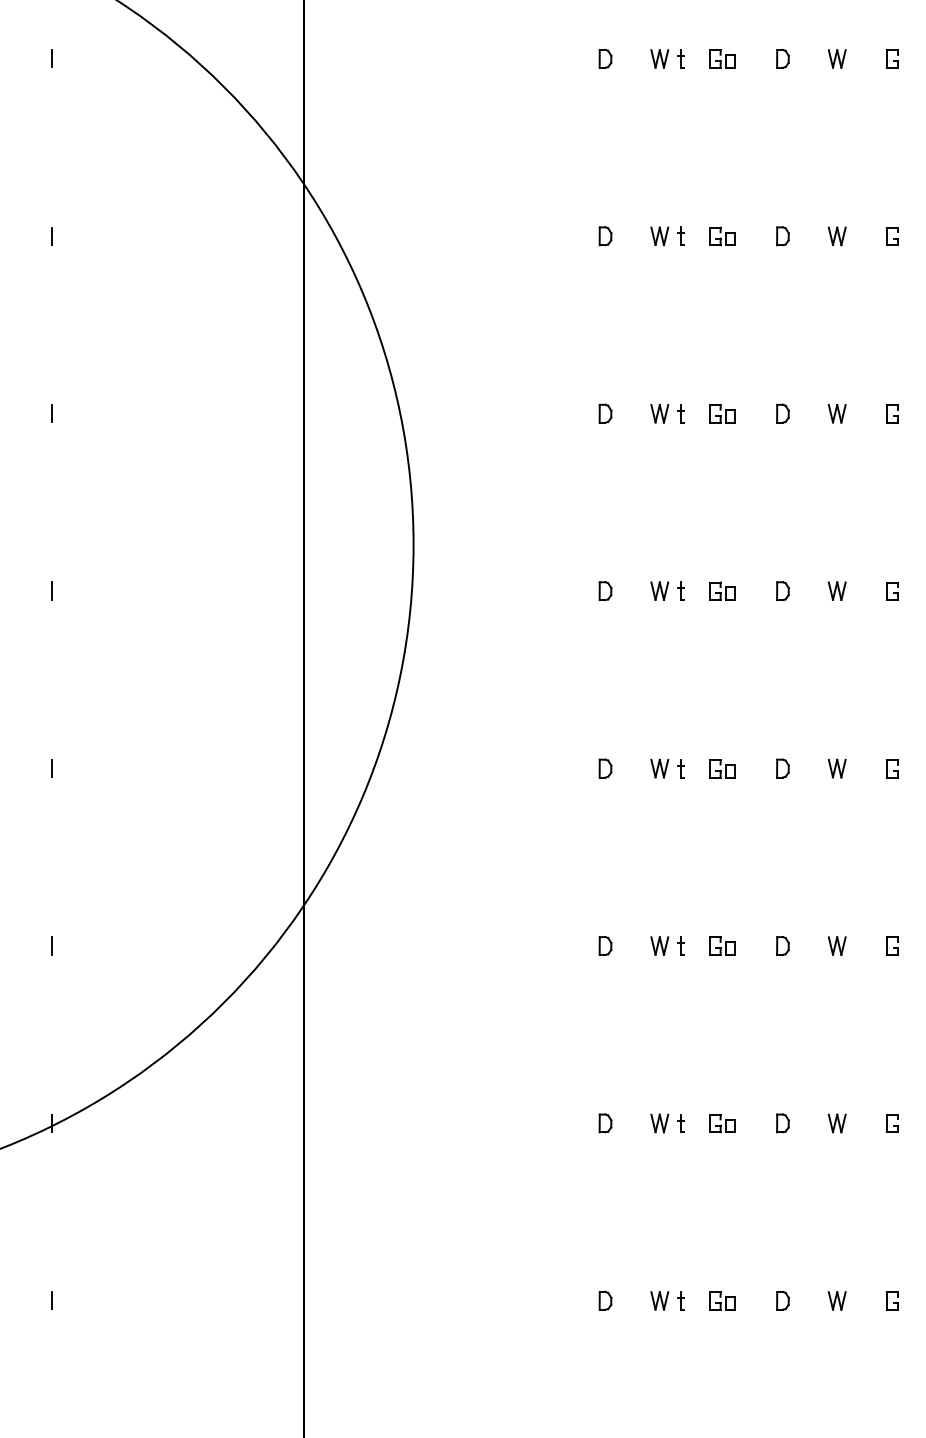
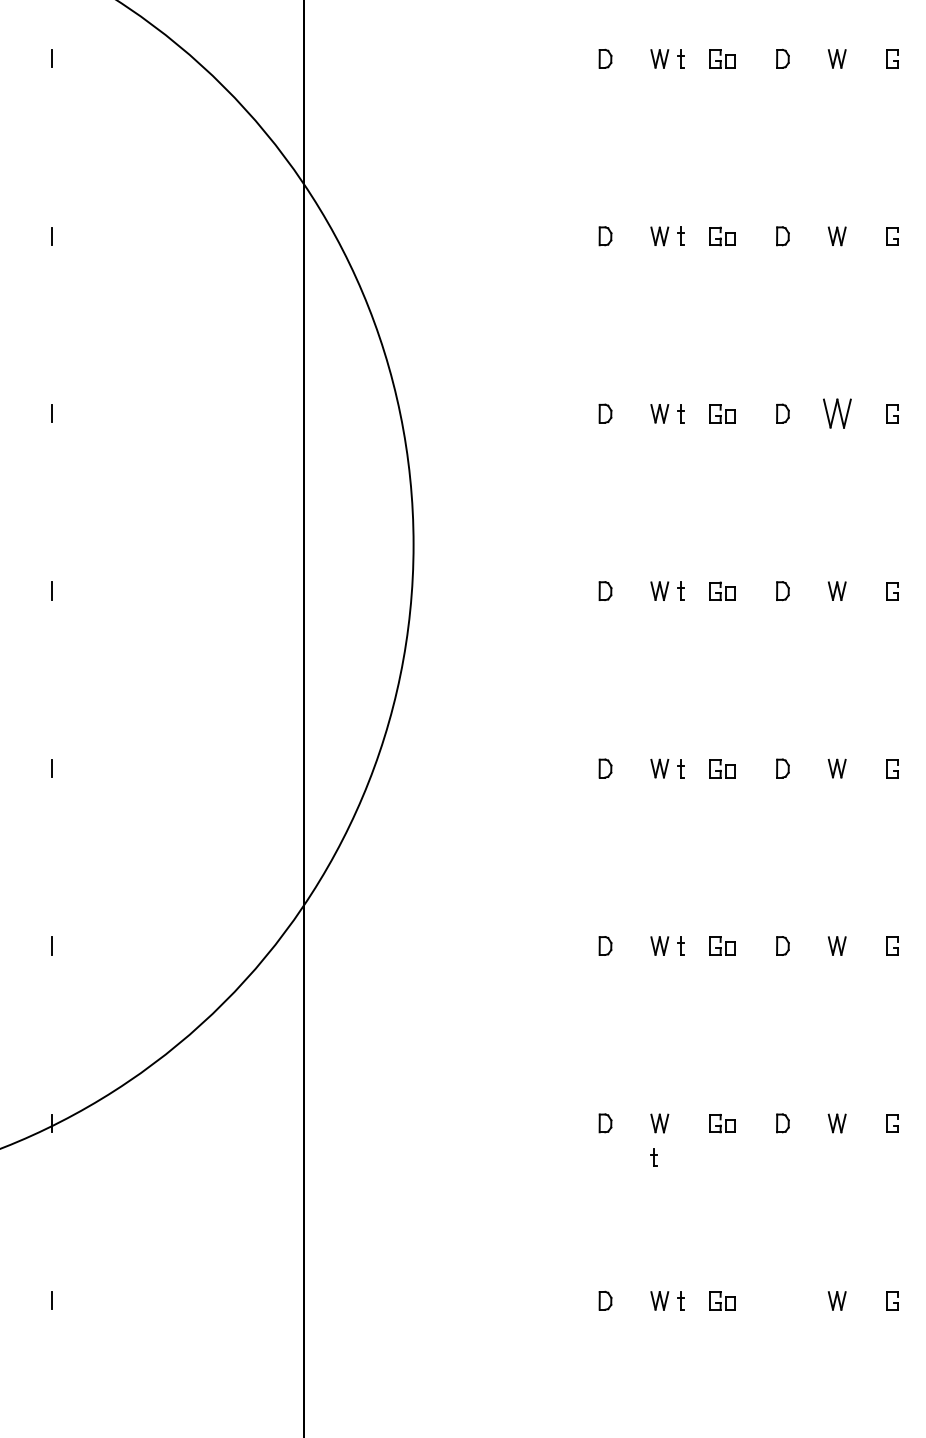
part at (836, 413) size: 20x20 px -> 29x31 px
part at (680, 1123) position: (680, 1123) -> (653, 1157)
part at (782, 1300): present -> none
